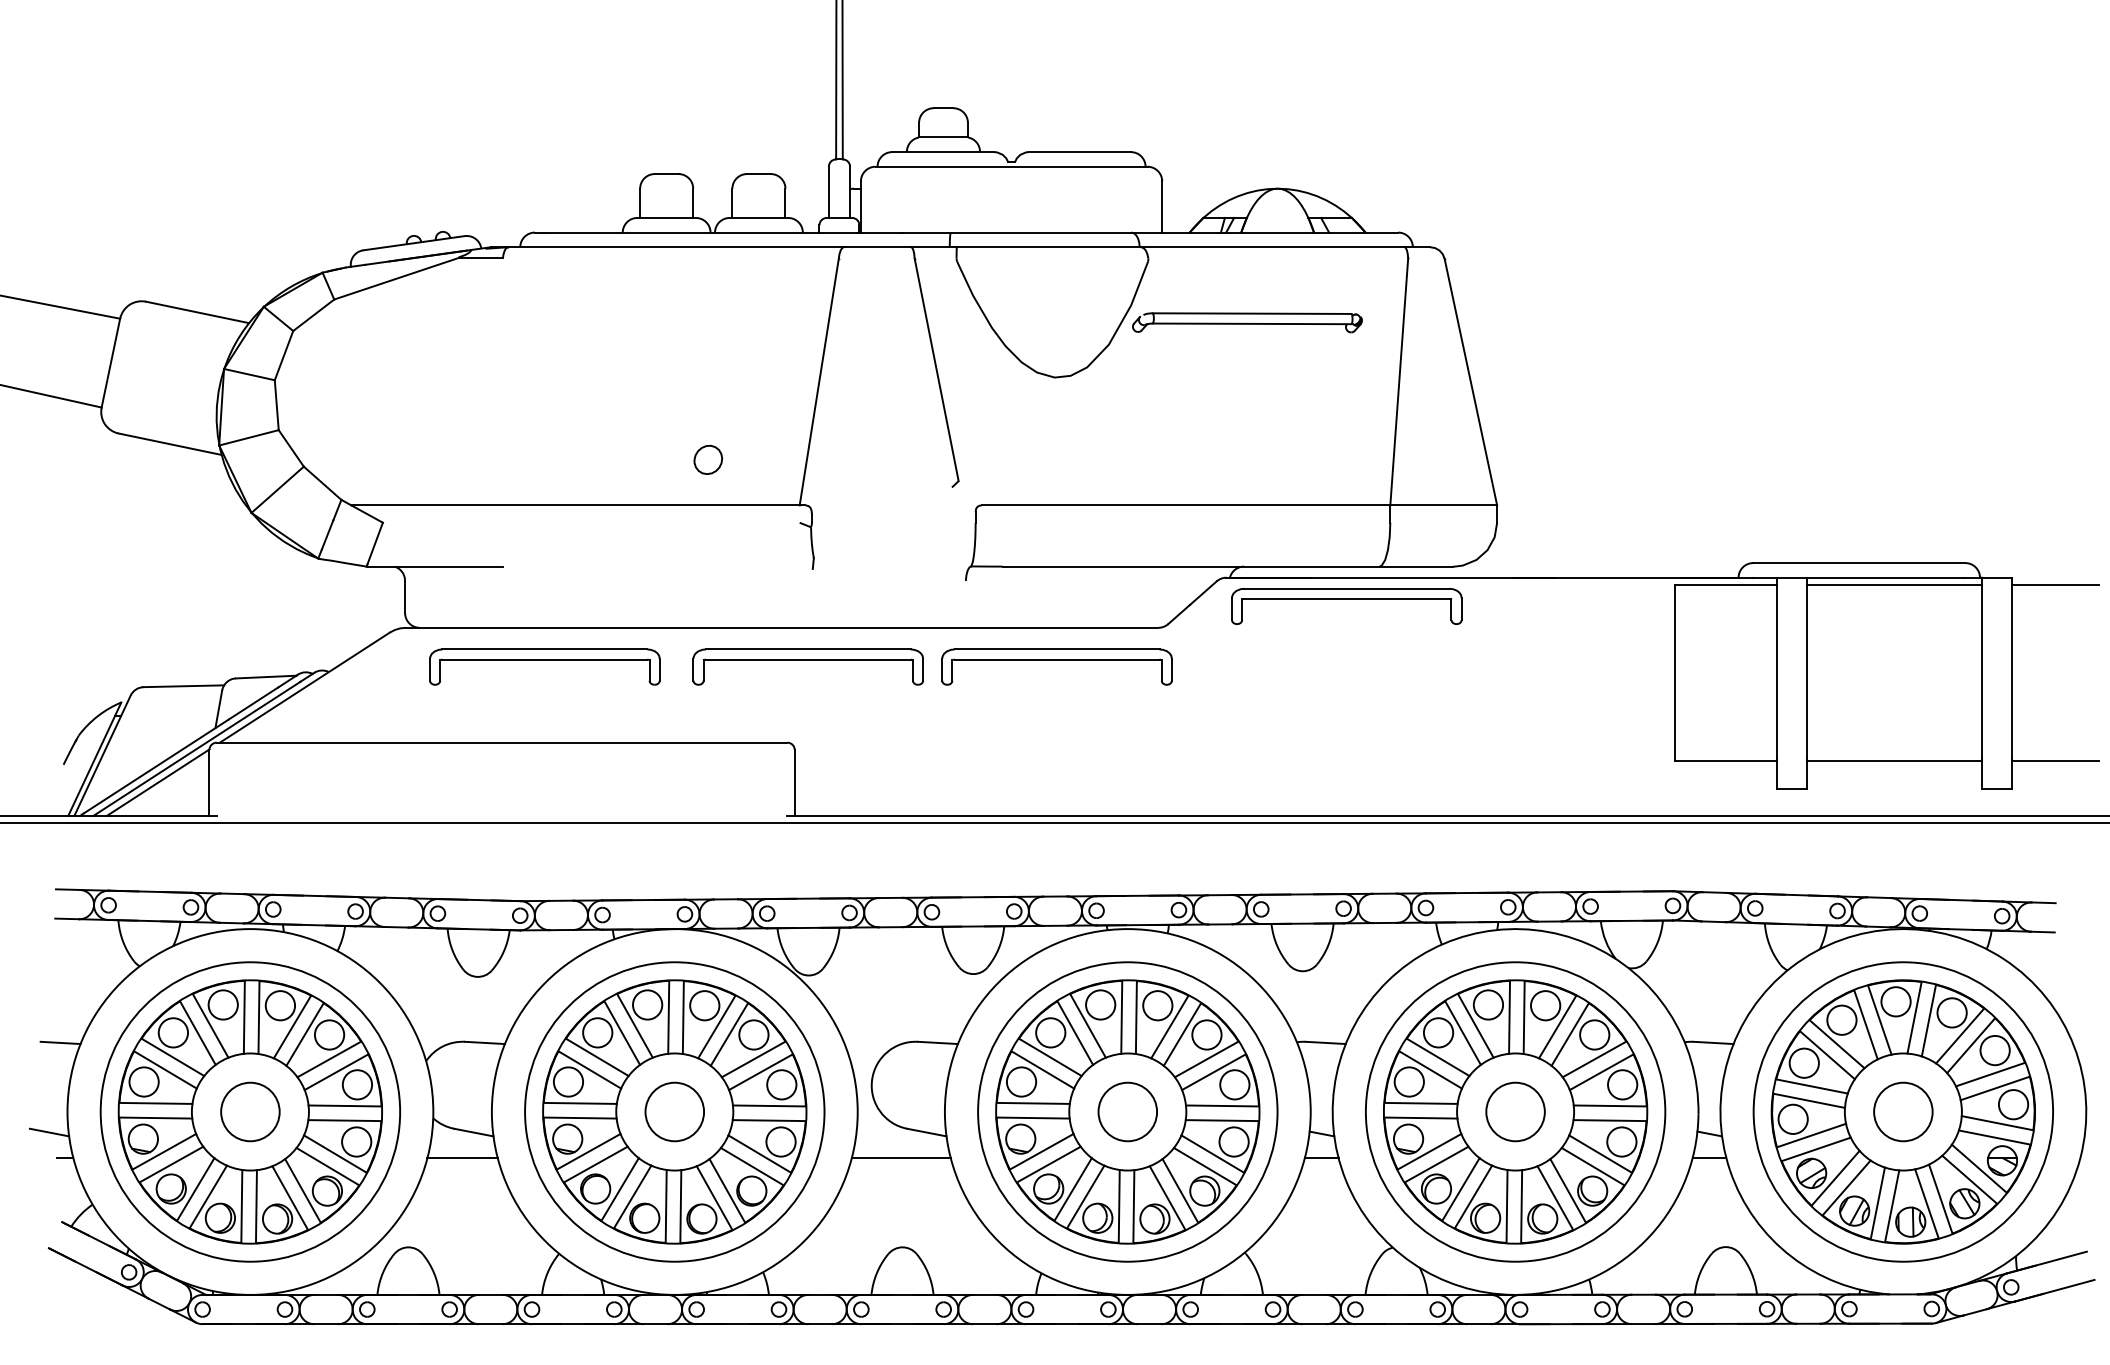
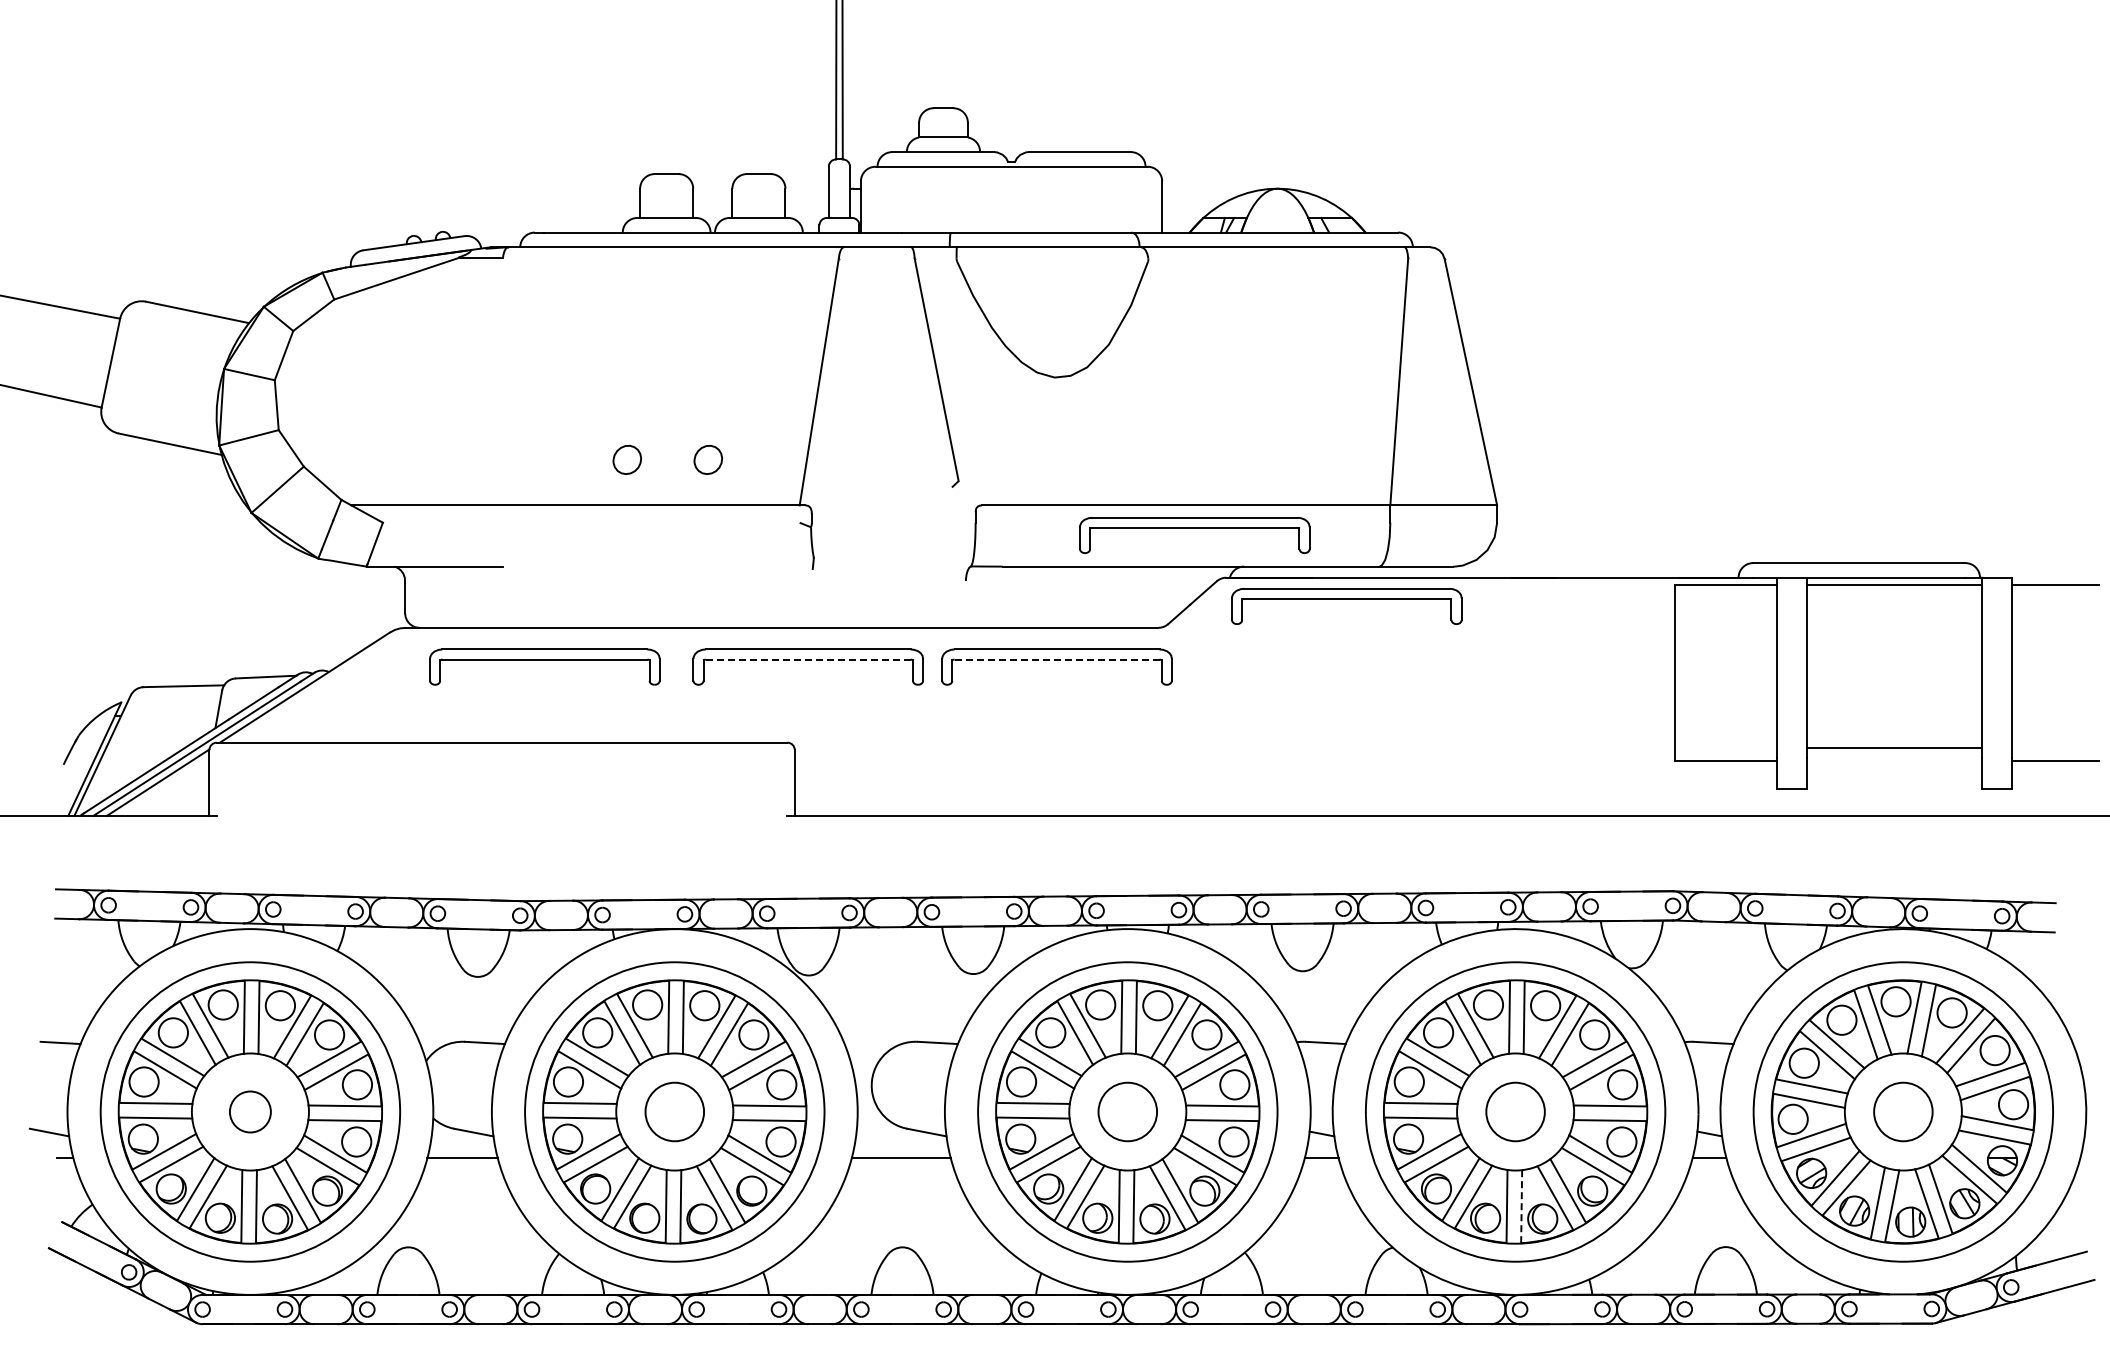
part at (1247, 322): present -> none
part at (627, 459): none -> present
part at (1194, 528): none -> present
line at (808, 659): solid -> dashed
line at (1057, 659): solid -> dashed
line at (1894, 760) position: (1894, 760) -> (1894, 747)
line at (1054, 823): present -> none
circle at (250, 1111) diameter: 59 px -> 41 px
line at (1521, 1207): solid -> dashed
